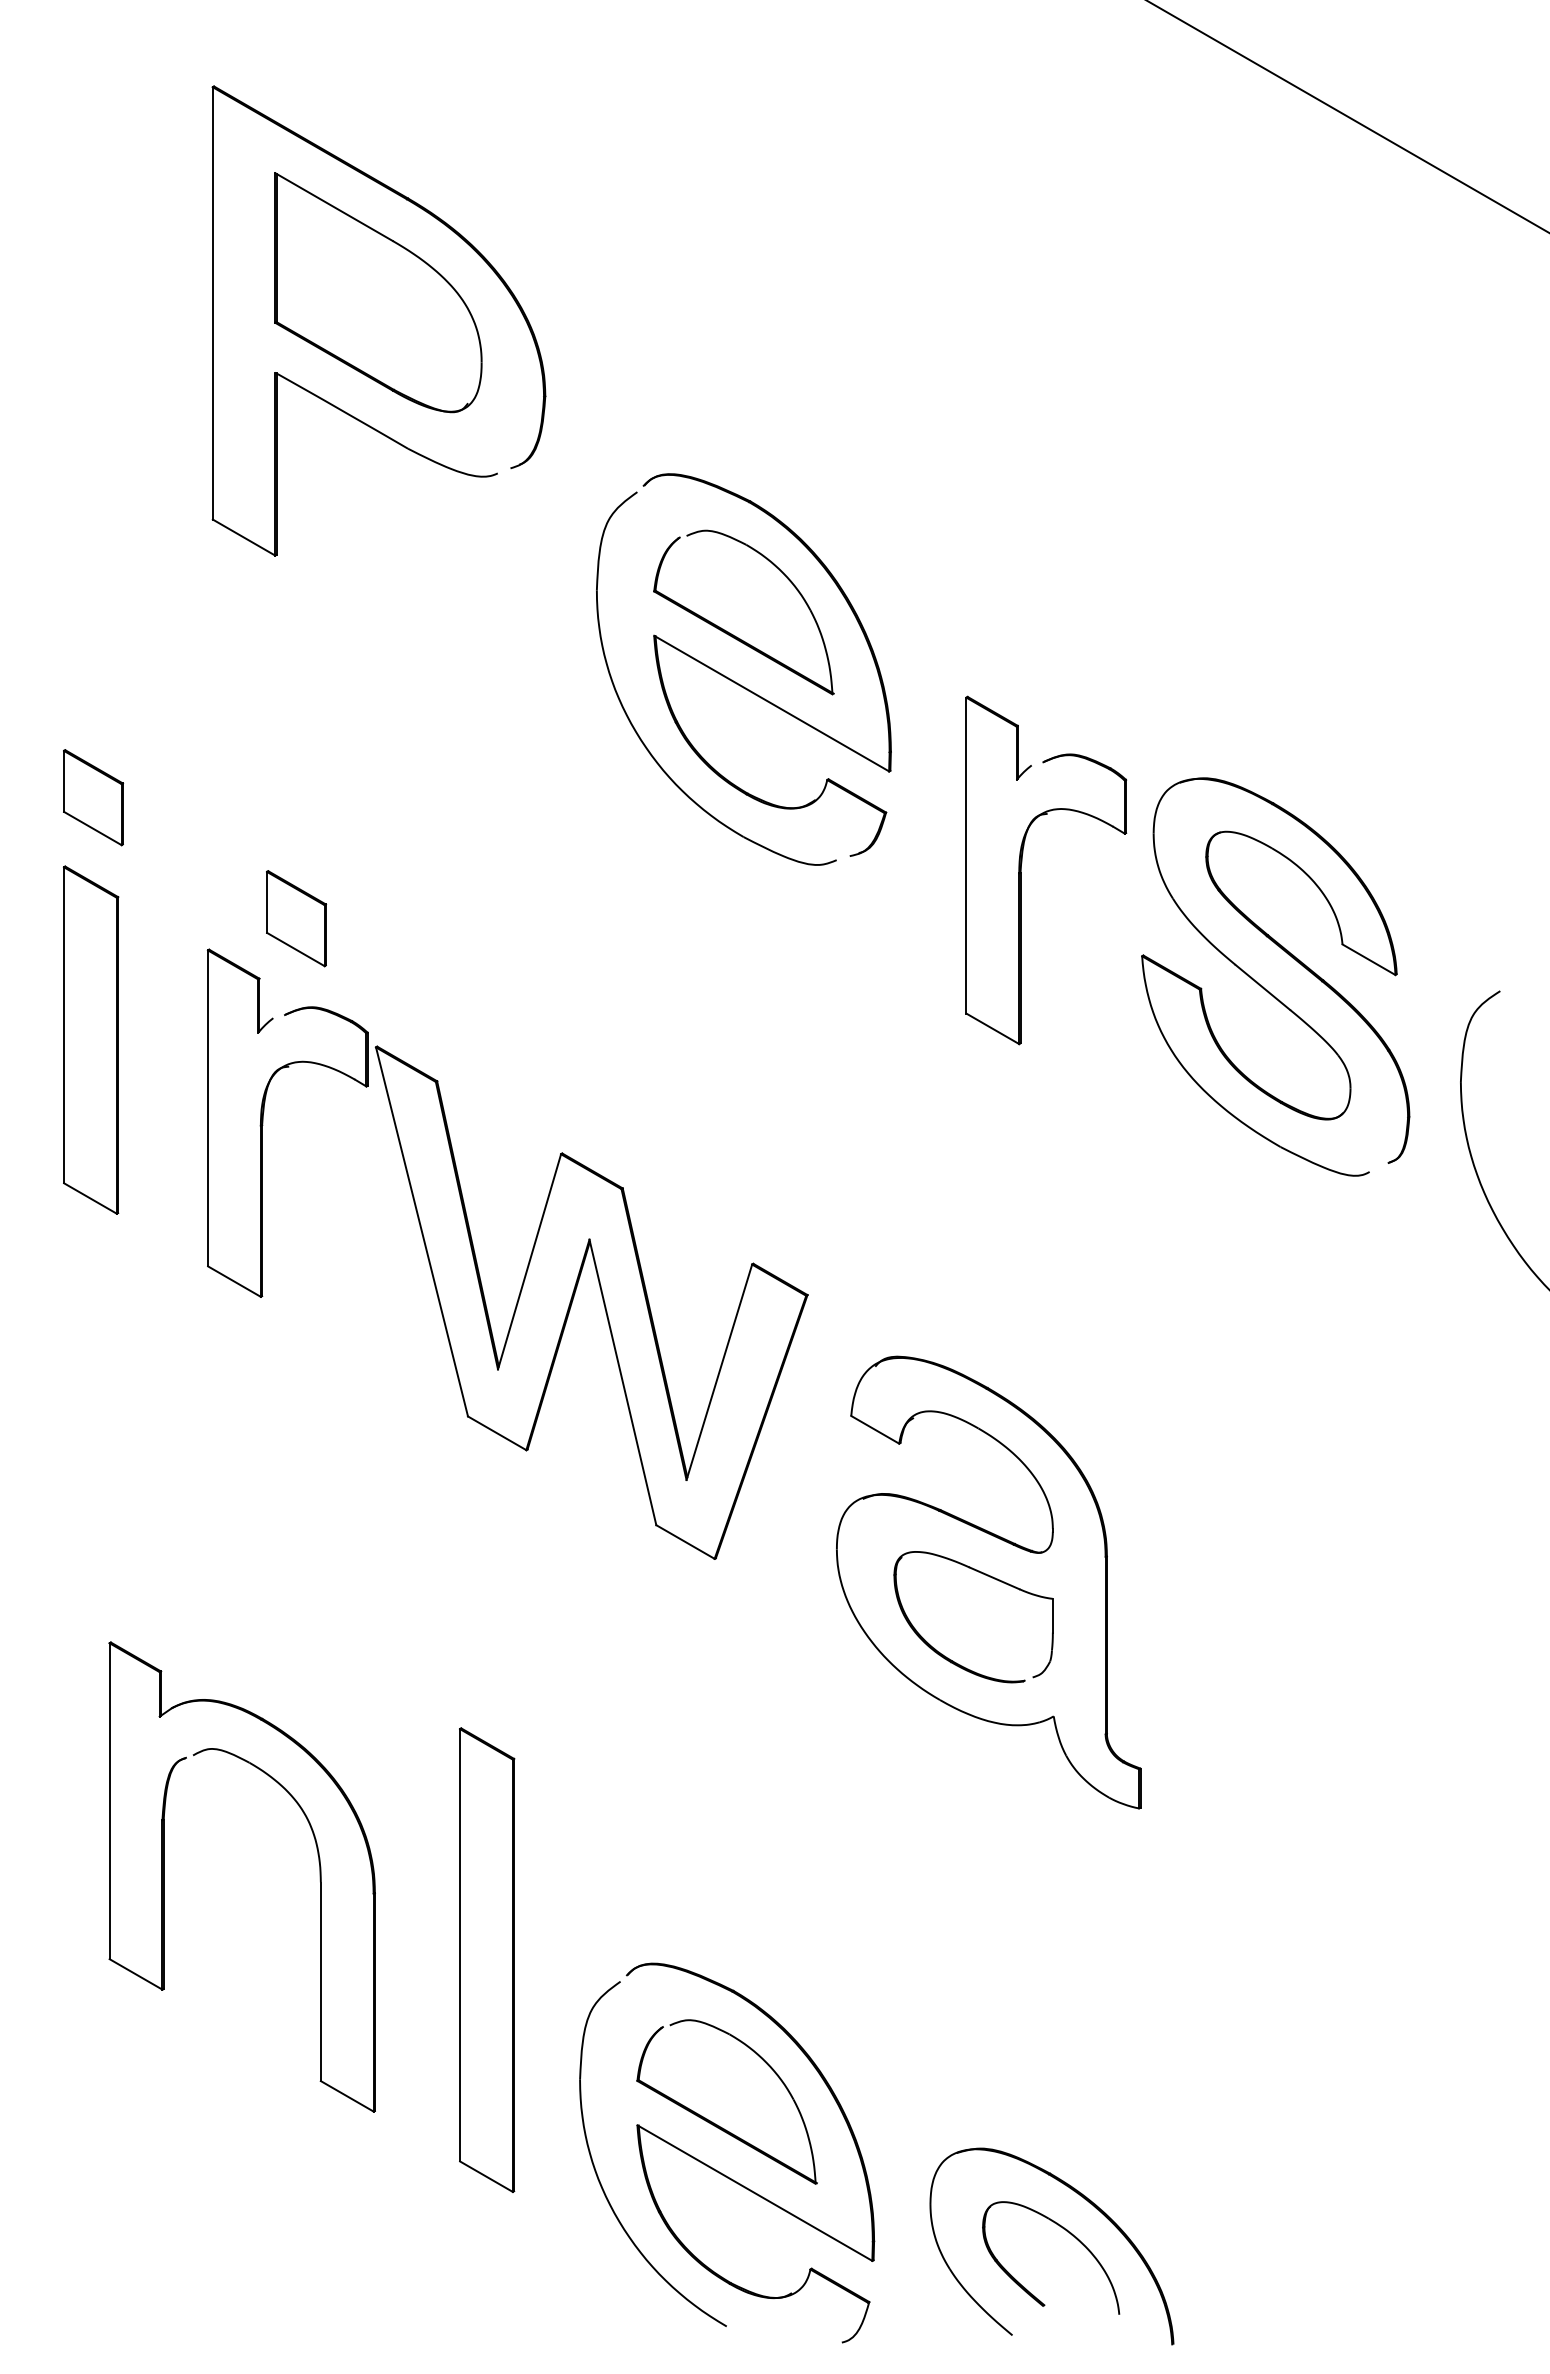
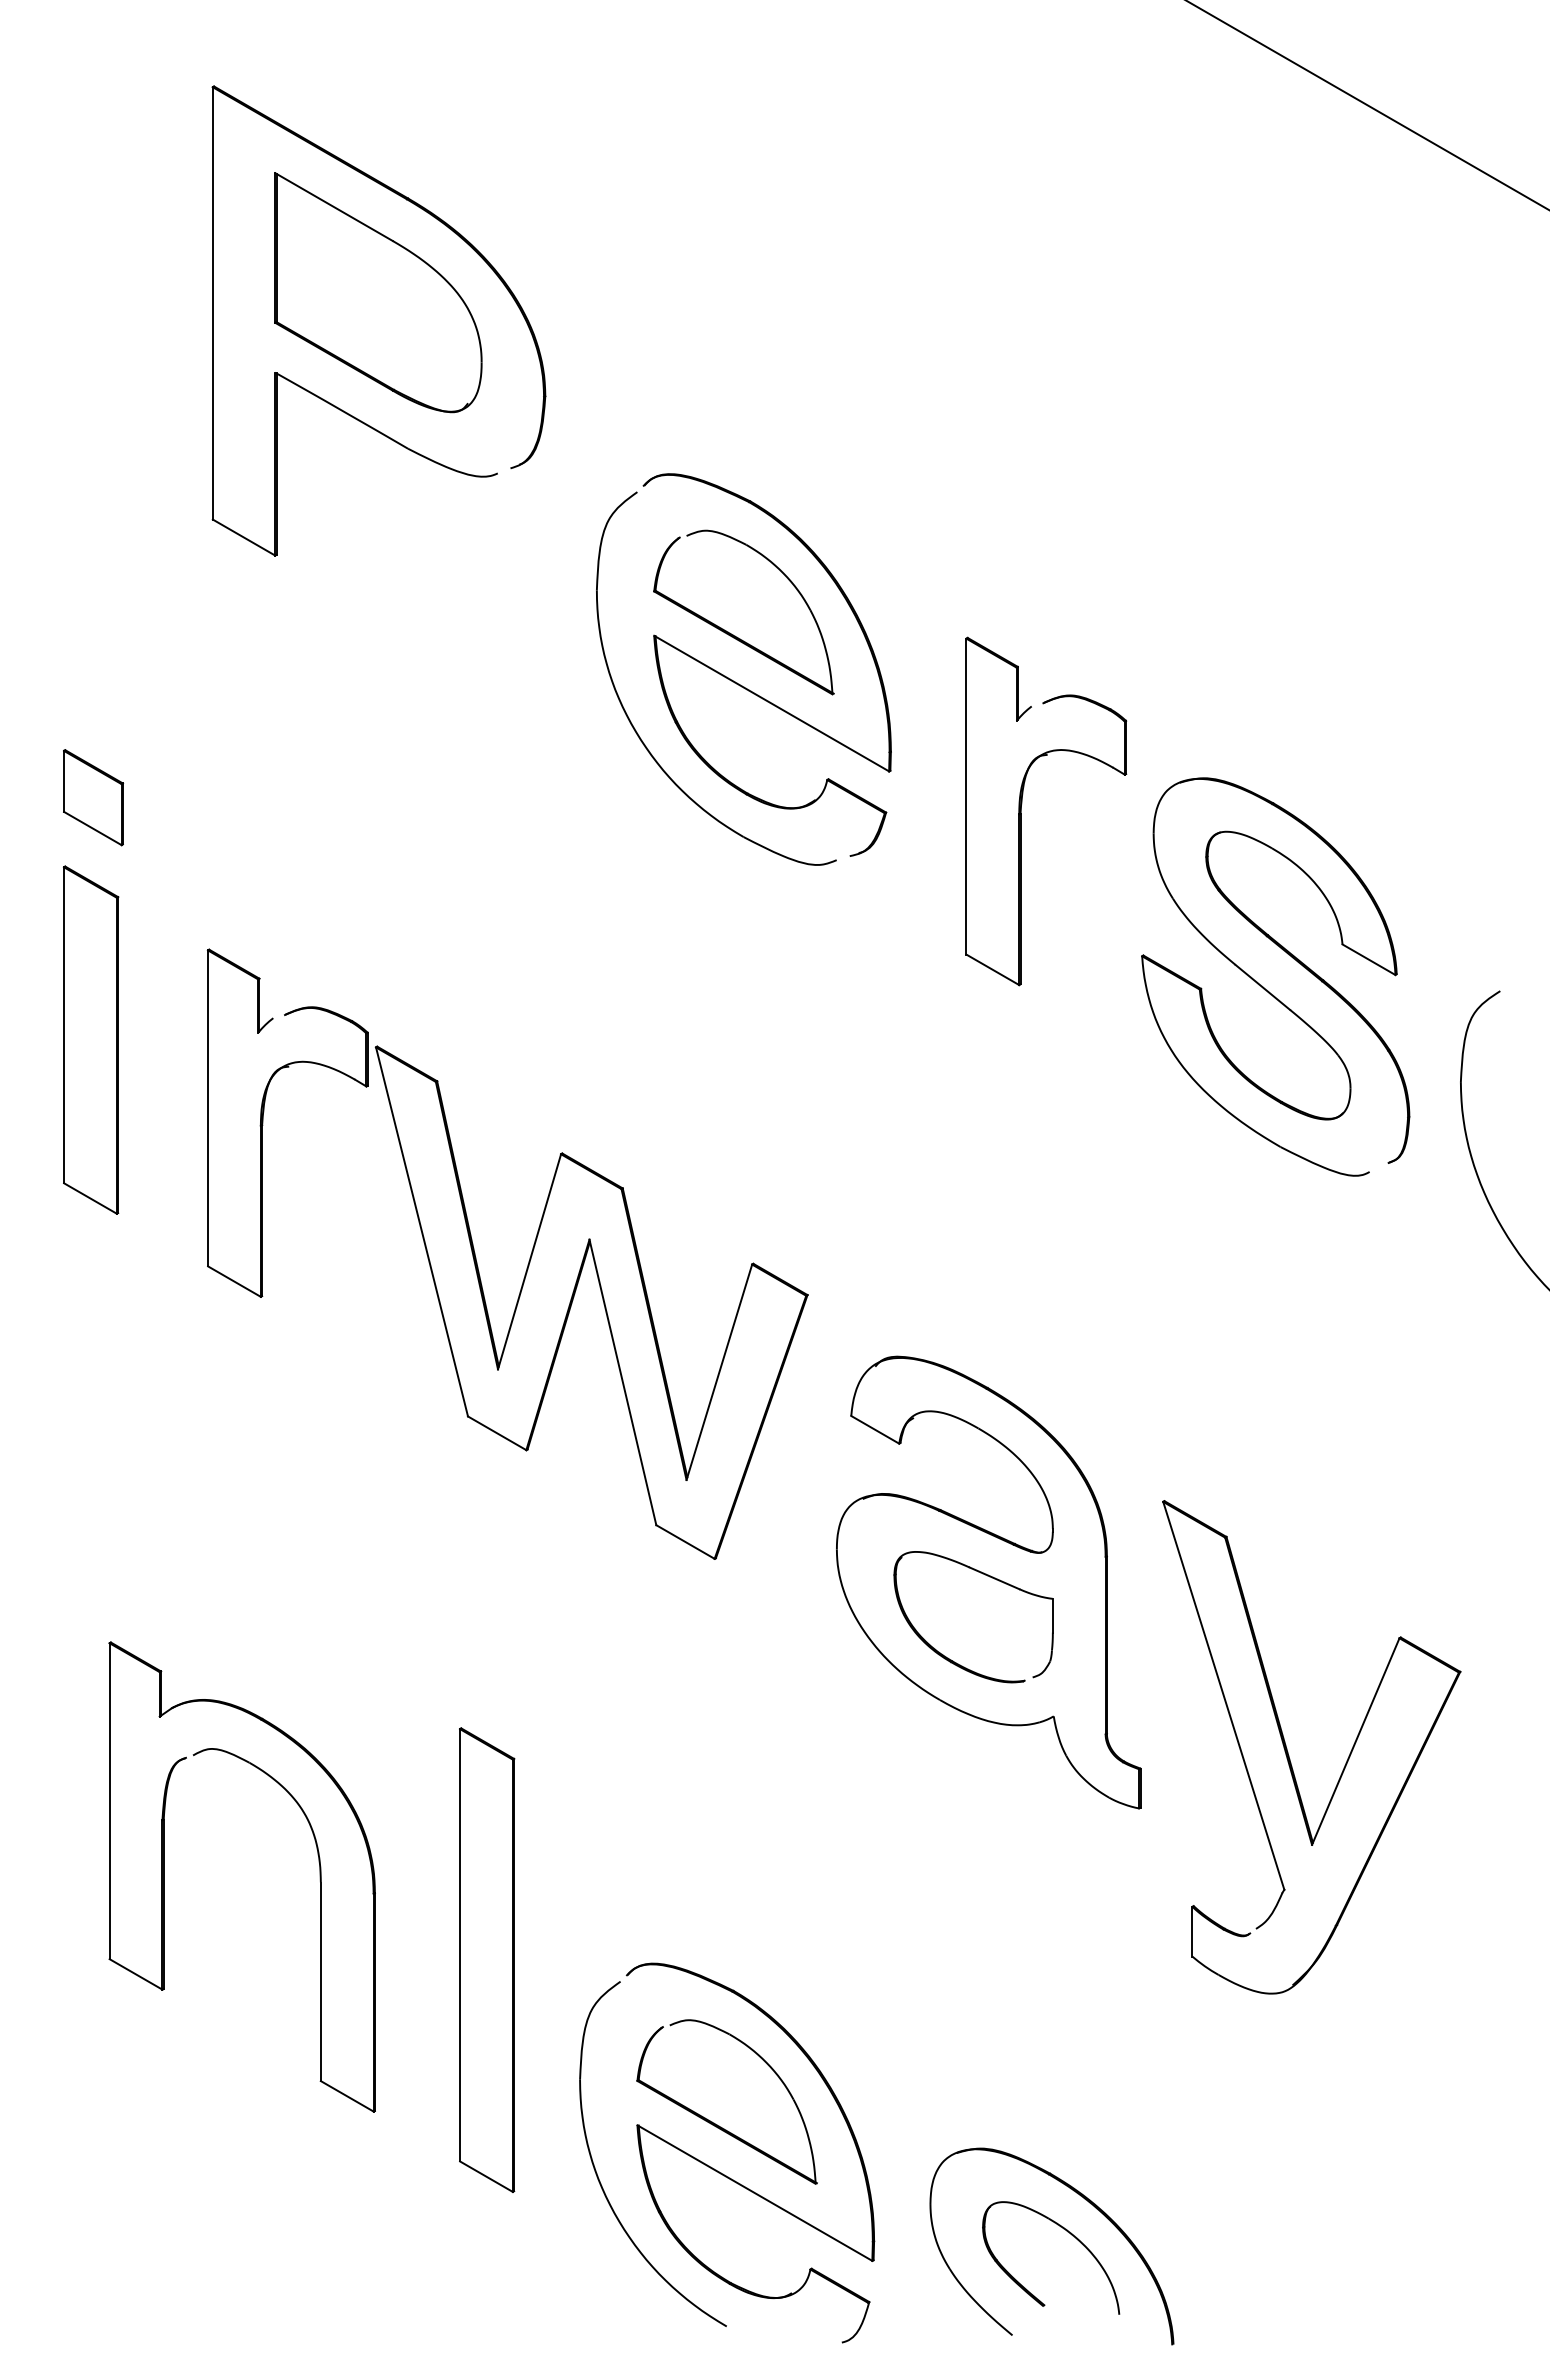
line at (1347, 116) position: (1347, 116) -> (1367, 105)
part at (1022, 863) position: (1022, 863) -> (1022, 804)
part at (296, 918): present -> none
part at (1289, 1755): none -> present
